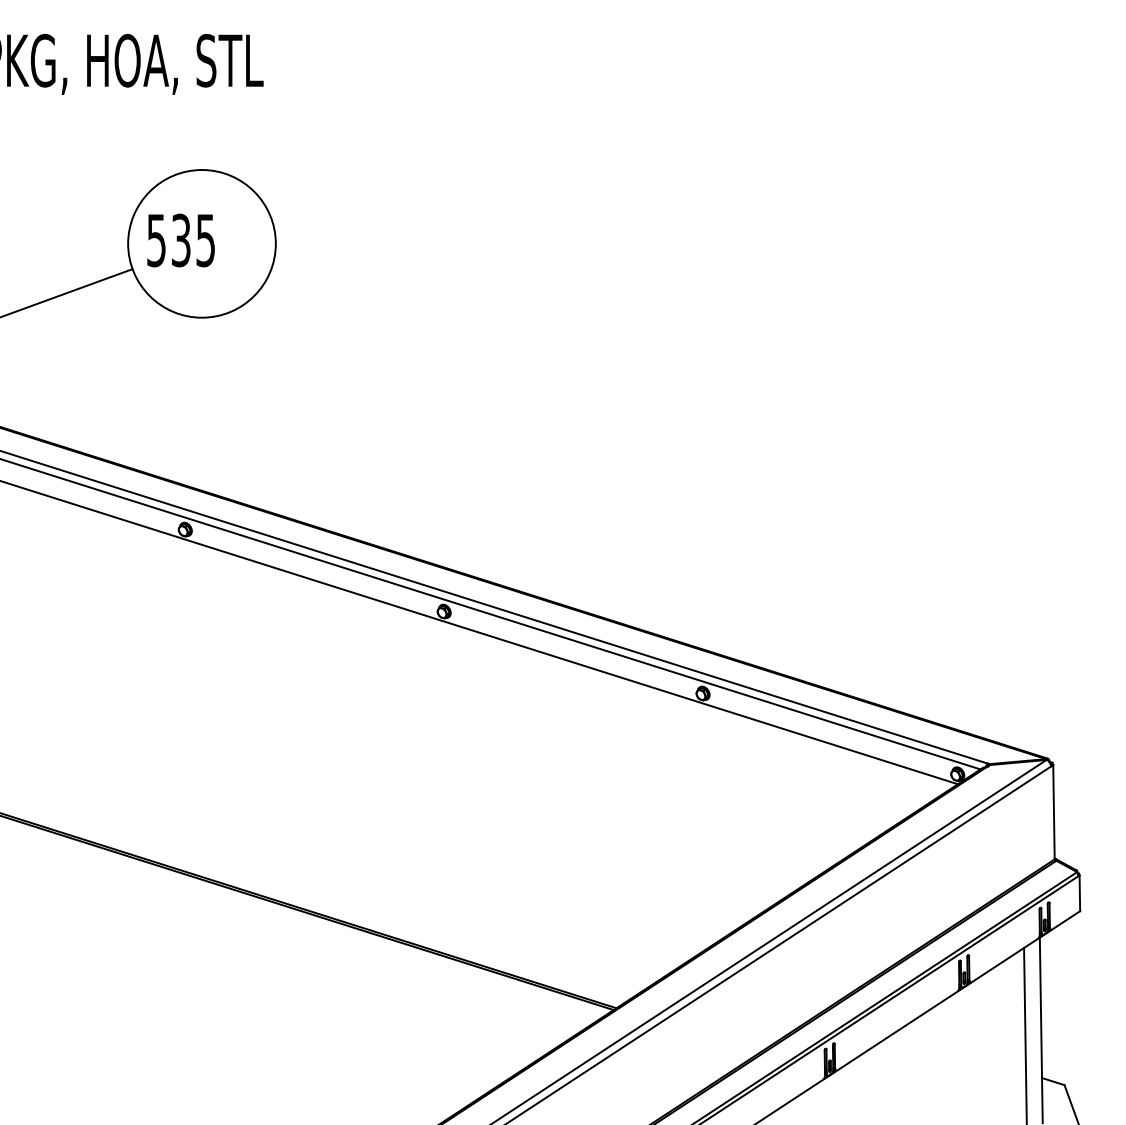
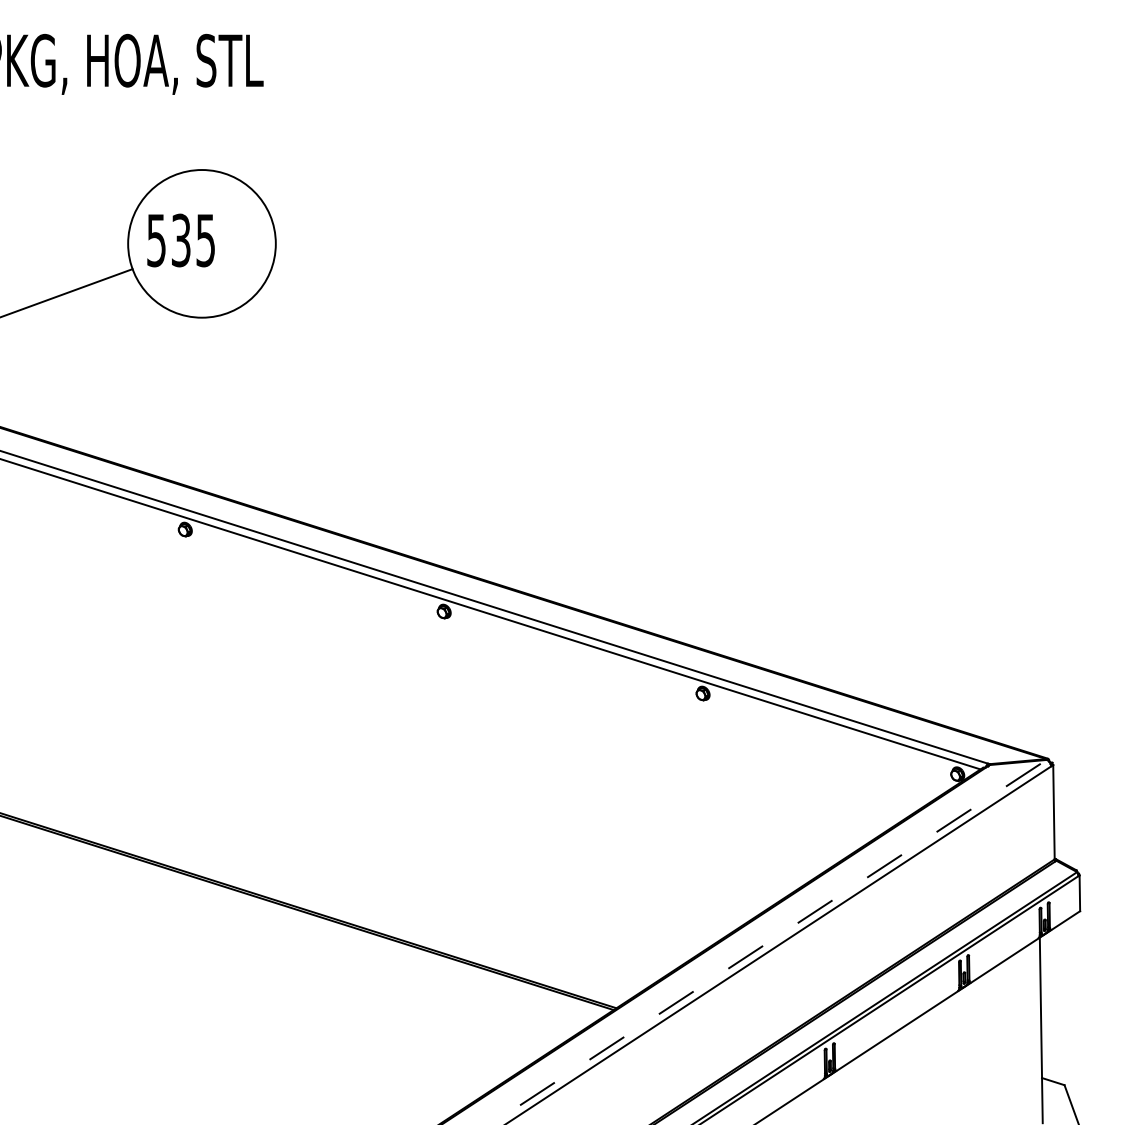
line at (480, 632): present -> none
line at (769, 942): solid -> dashed
line at (1025, 1034): present -> none
